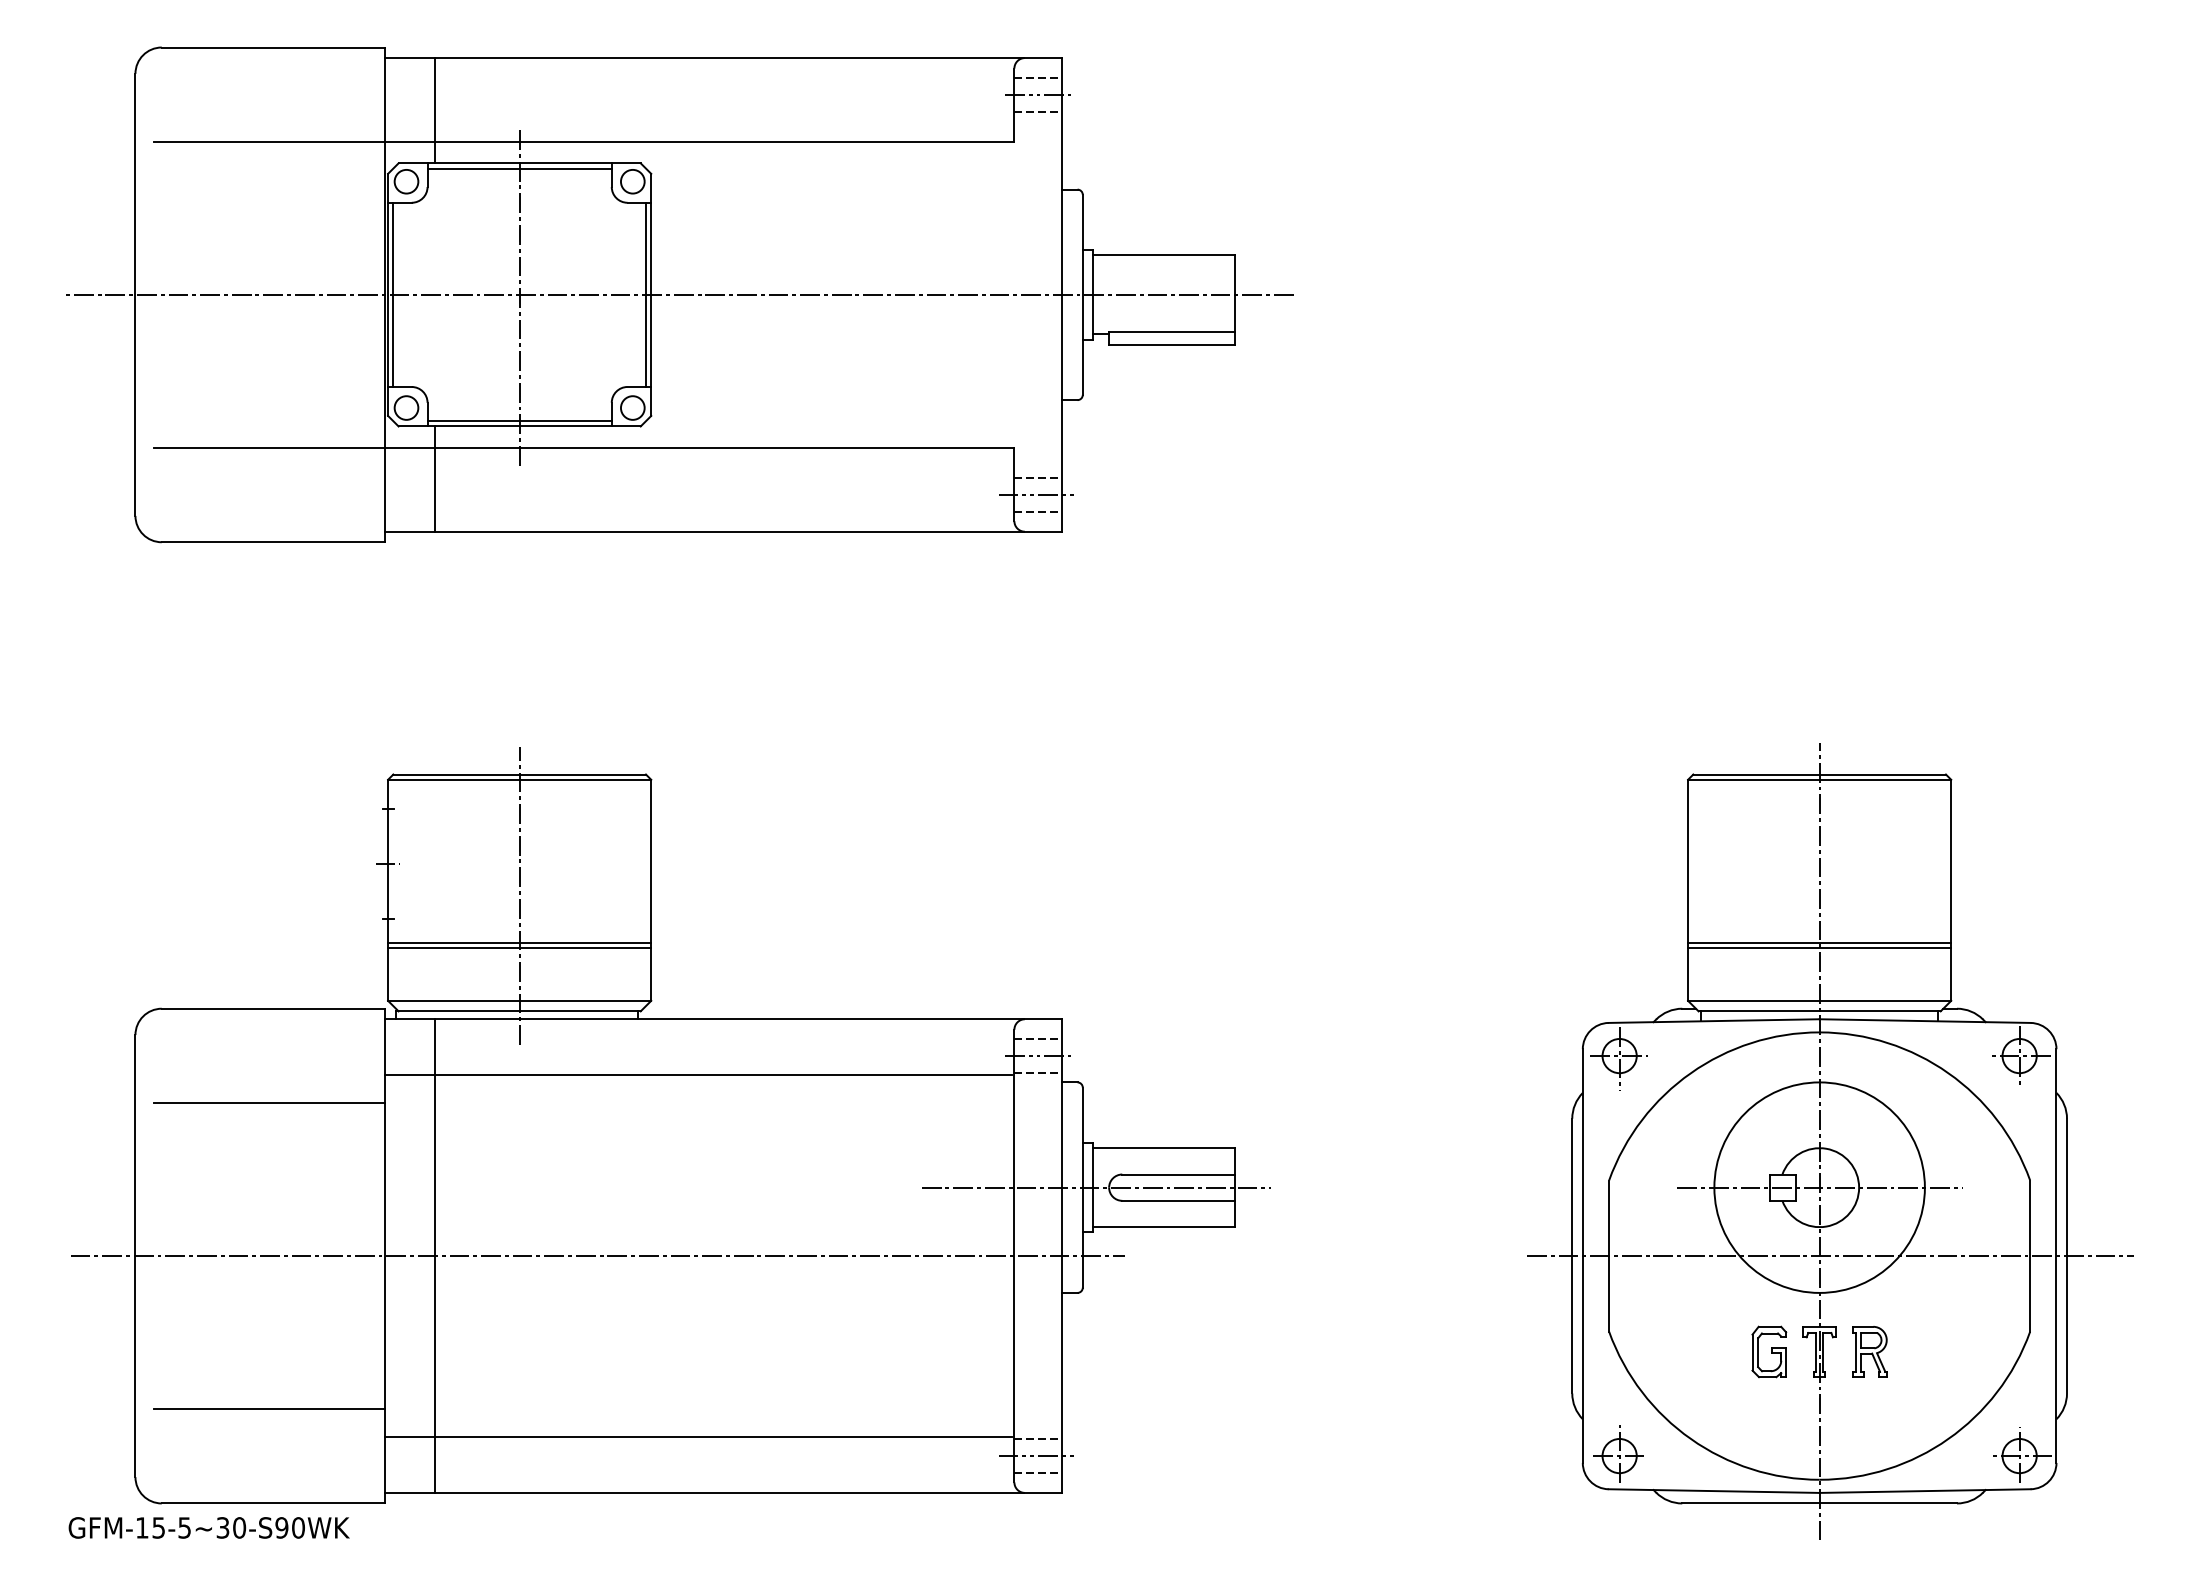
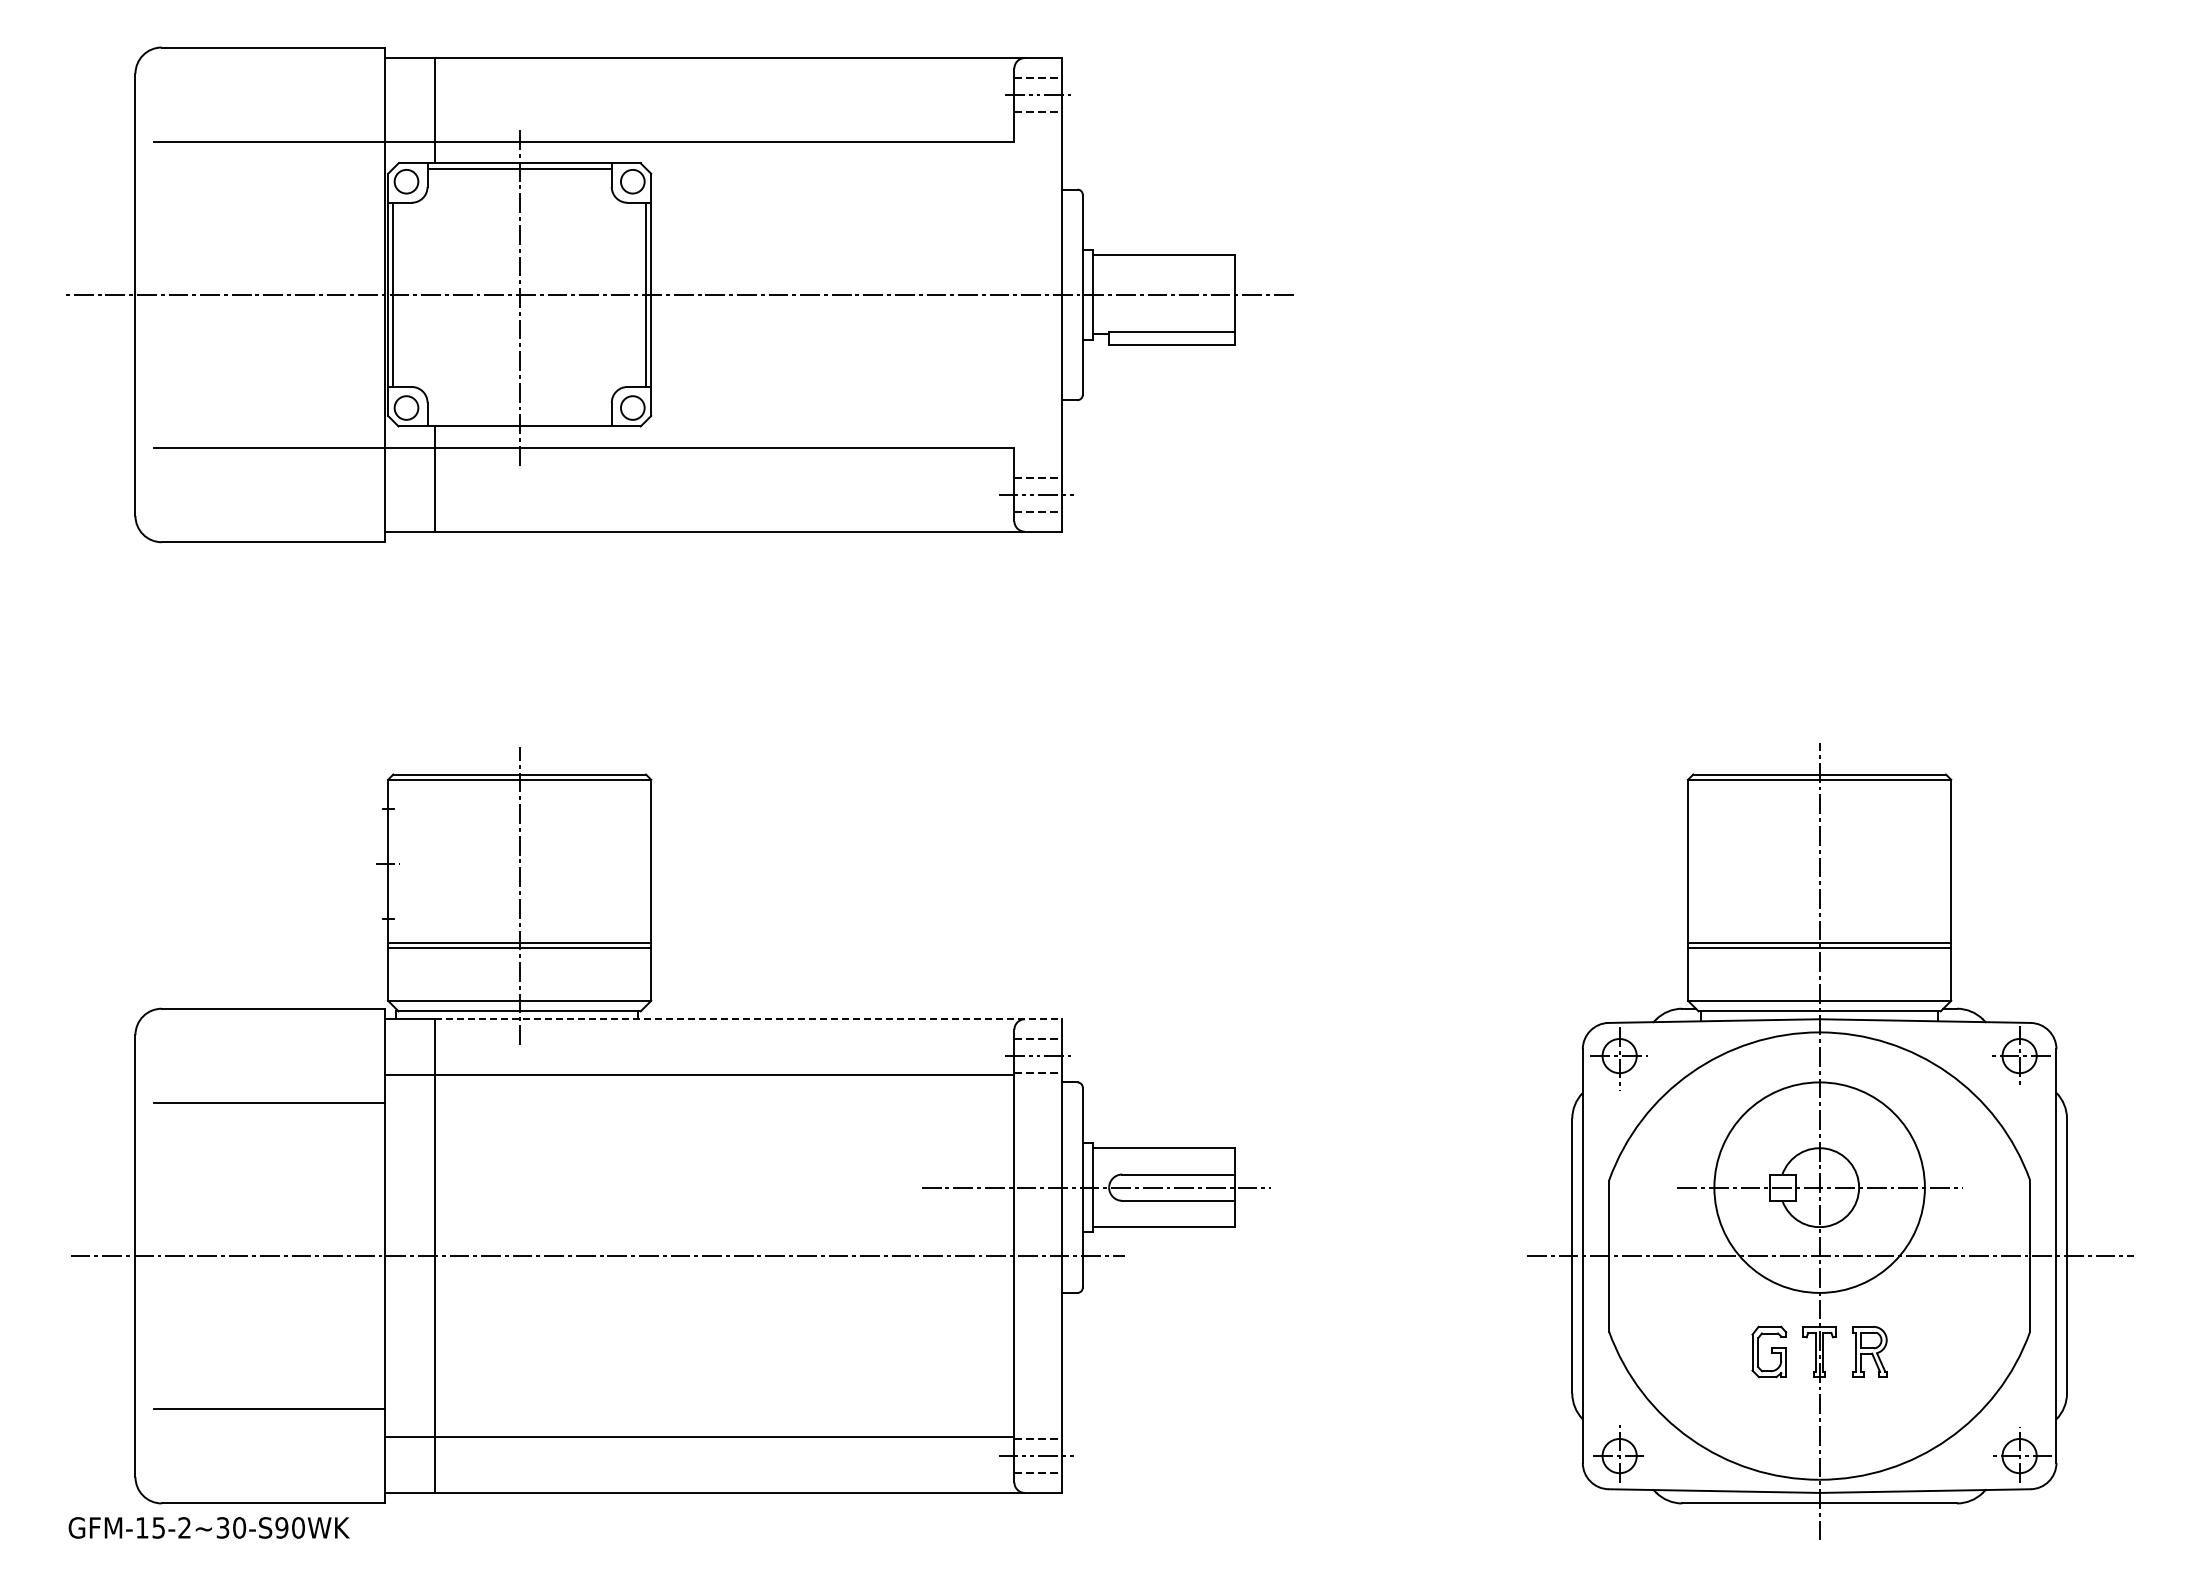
line at (519, 421): present -> none
line at (749, 1019): solid -> dashed
text at (184, 1527): GFM-15-5~30-S90WK -> GFM-15-2~30-S90WK
